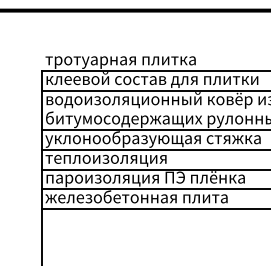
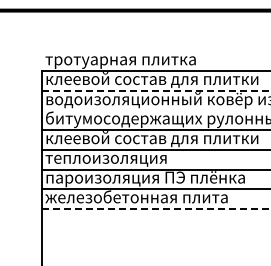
line at (156, 90): solid -> dashed
text at (152, 139): уклонообразующая стяжка -> клеевой состав для плитки
line at (156, 209): solid -> dashed
